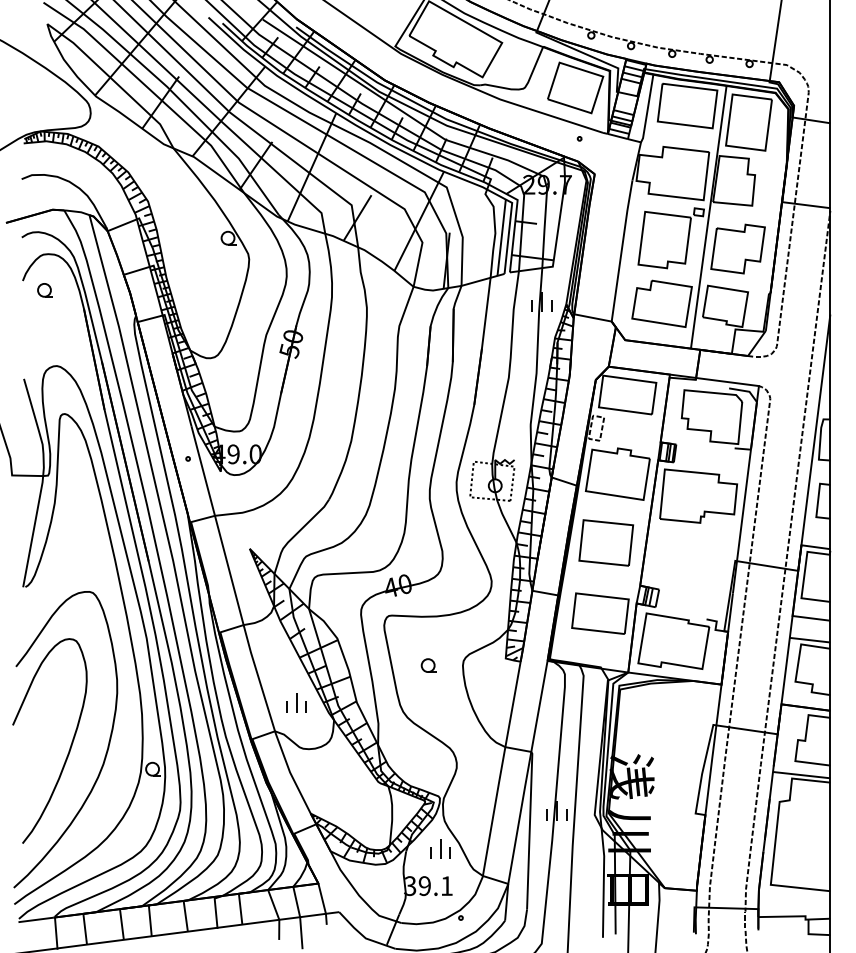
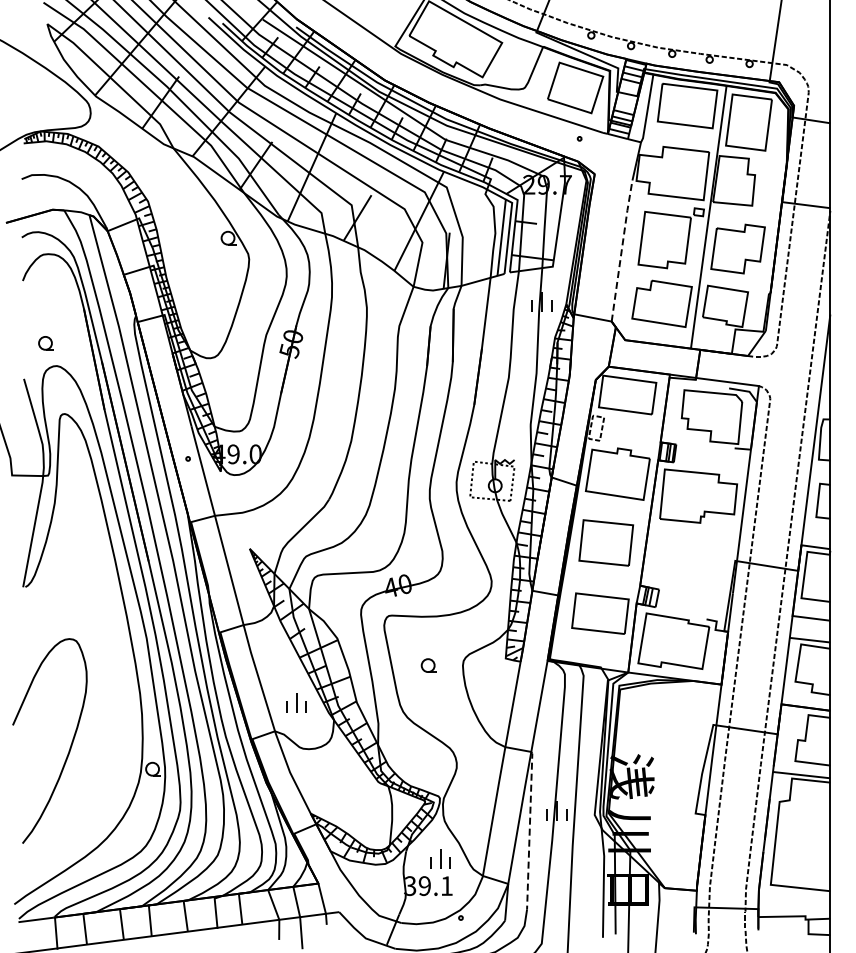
line at (621, 249): solid -> dashed
part at (44, 290) position: (44, 290) -> (45, 343)
curve at (106, 749): present -> none
line at (529, 829): solid -> dashed
part at (440, 848) position: (440, 848) -> (440, 858)
